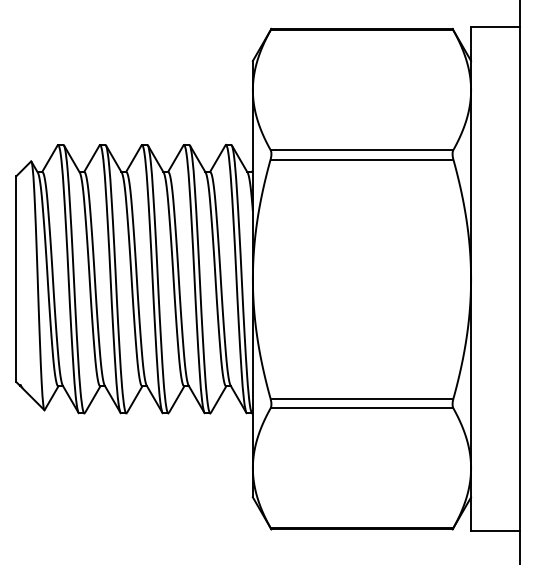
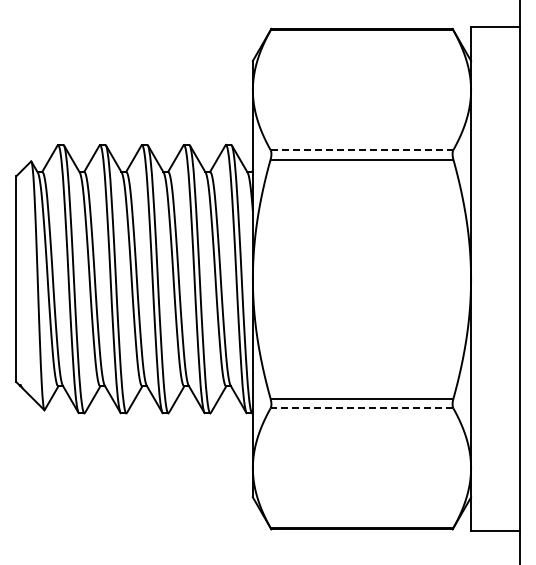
line at (362, 150): solid -> dashed
line at (361, 408): solid -> dashed
